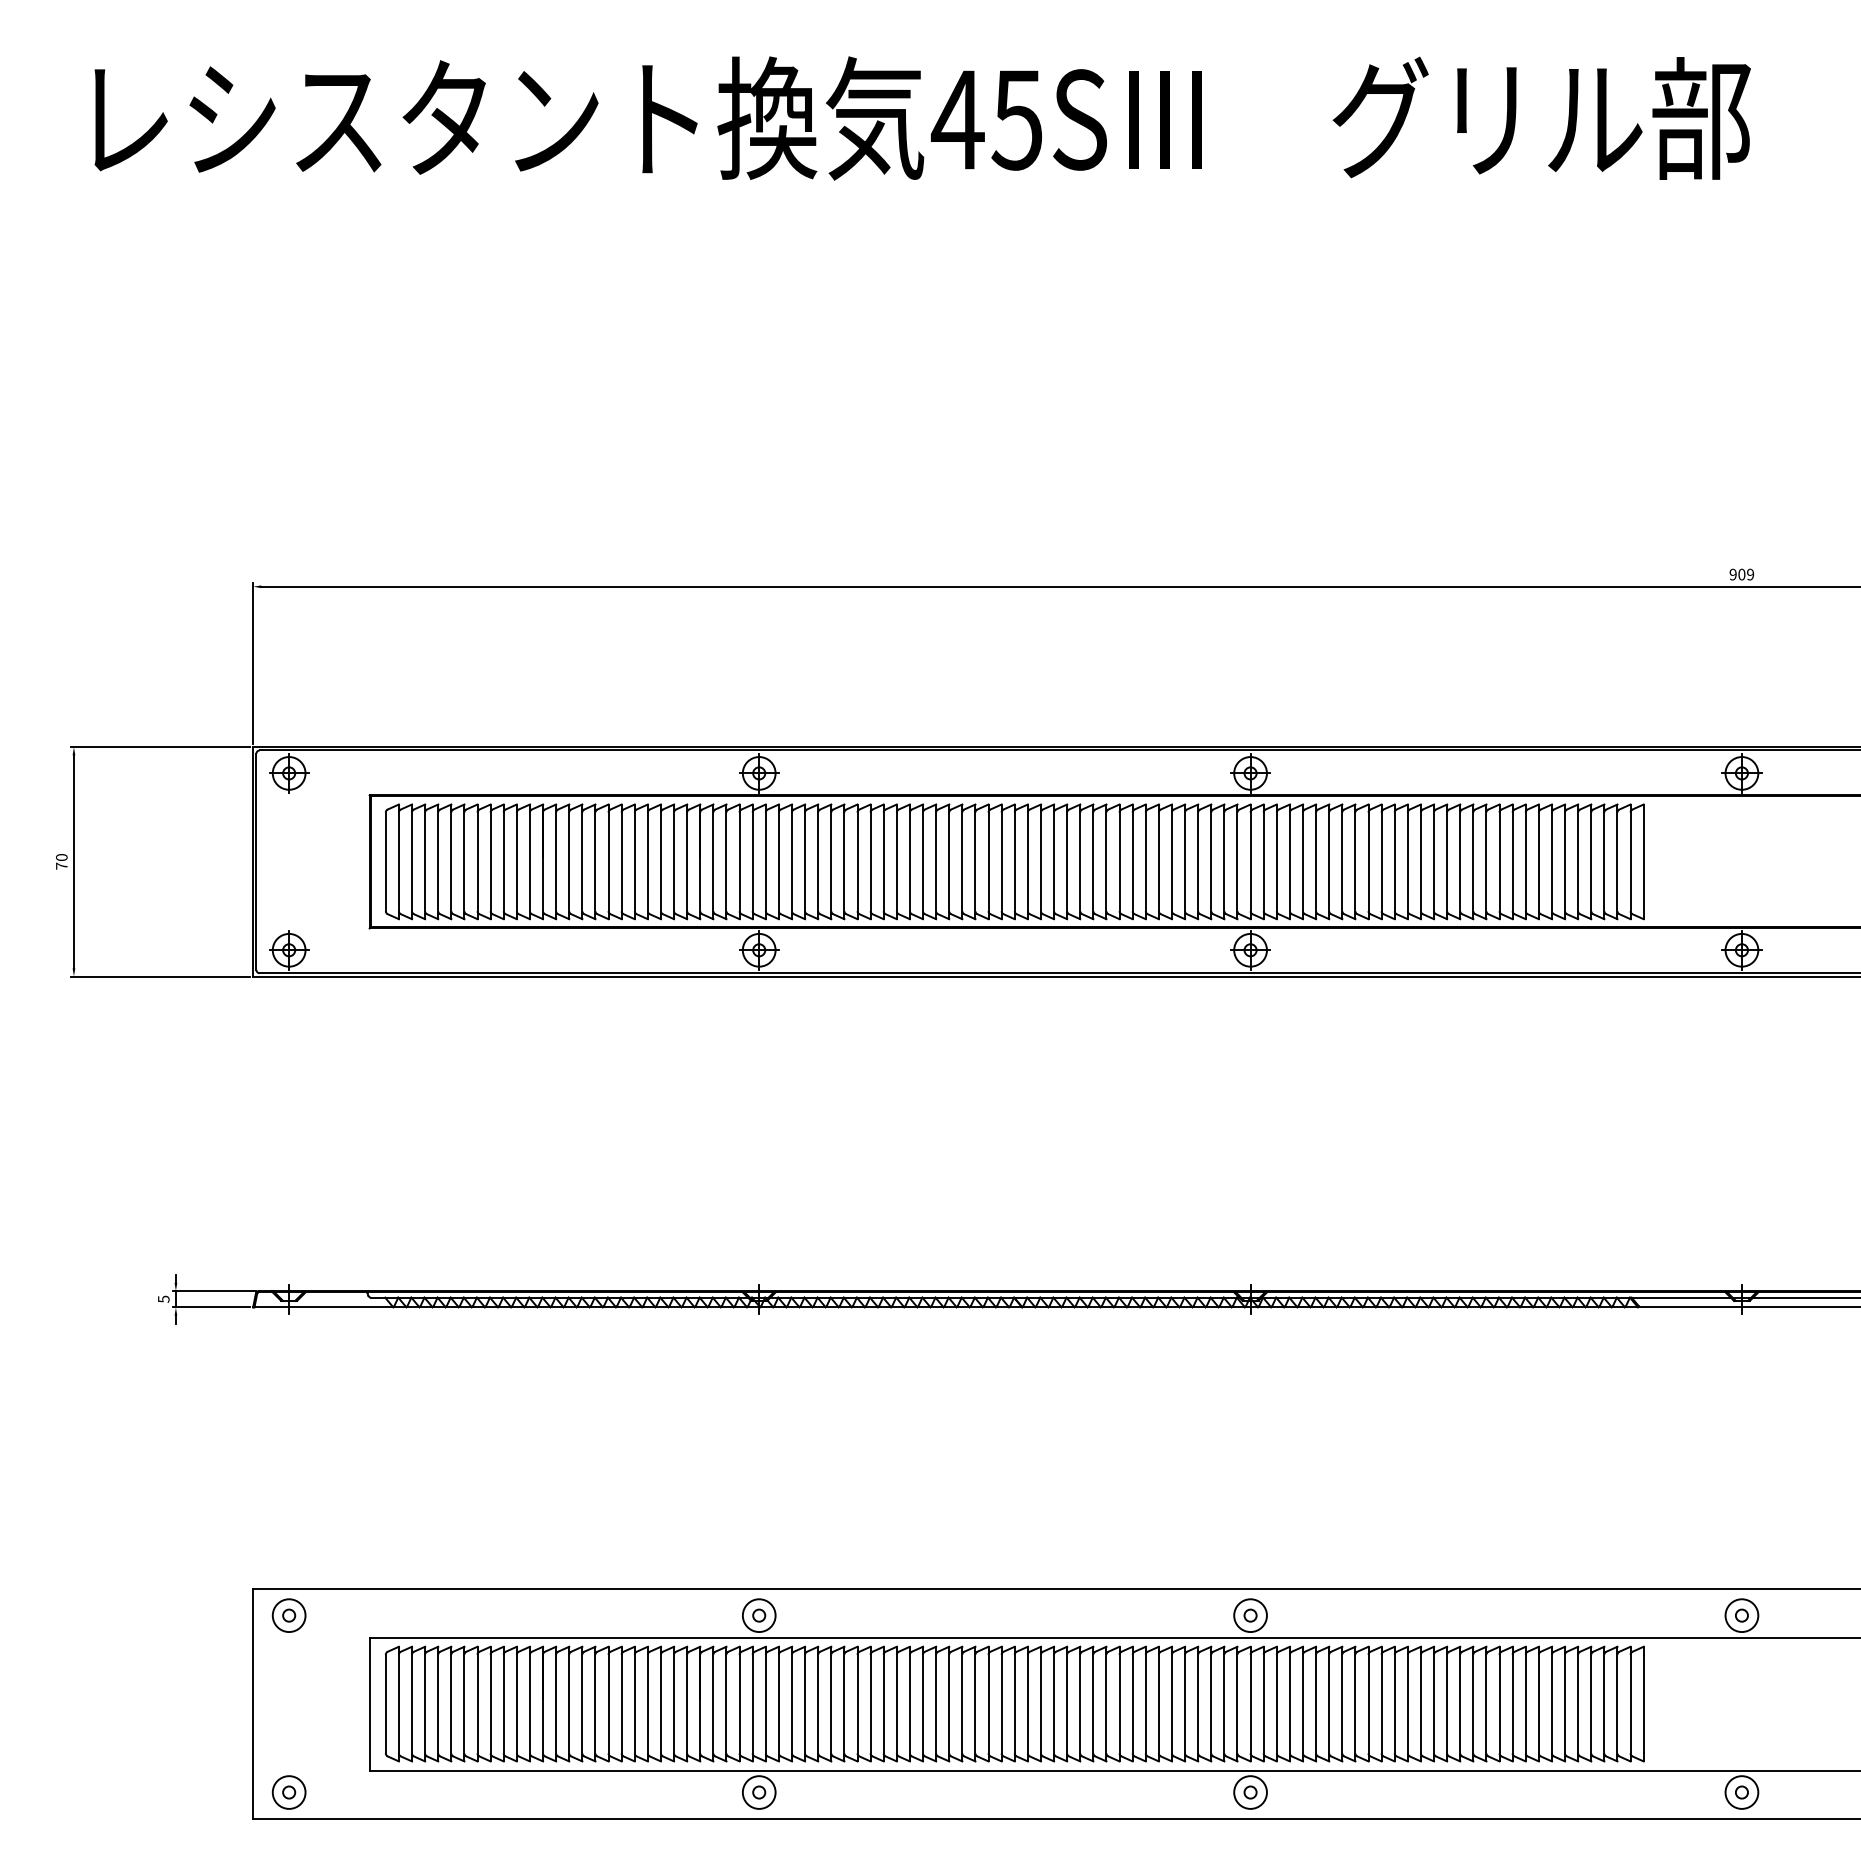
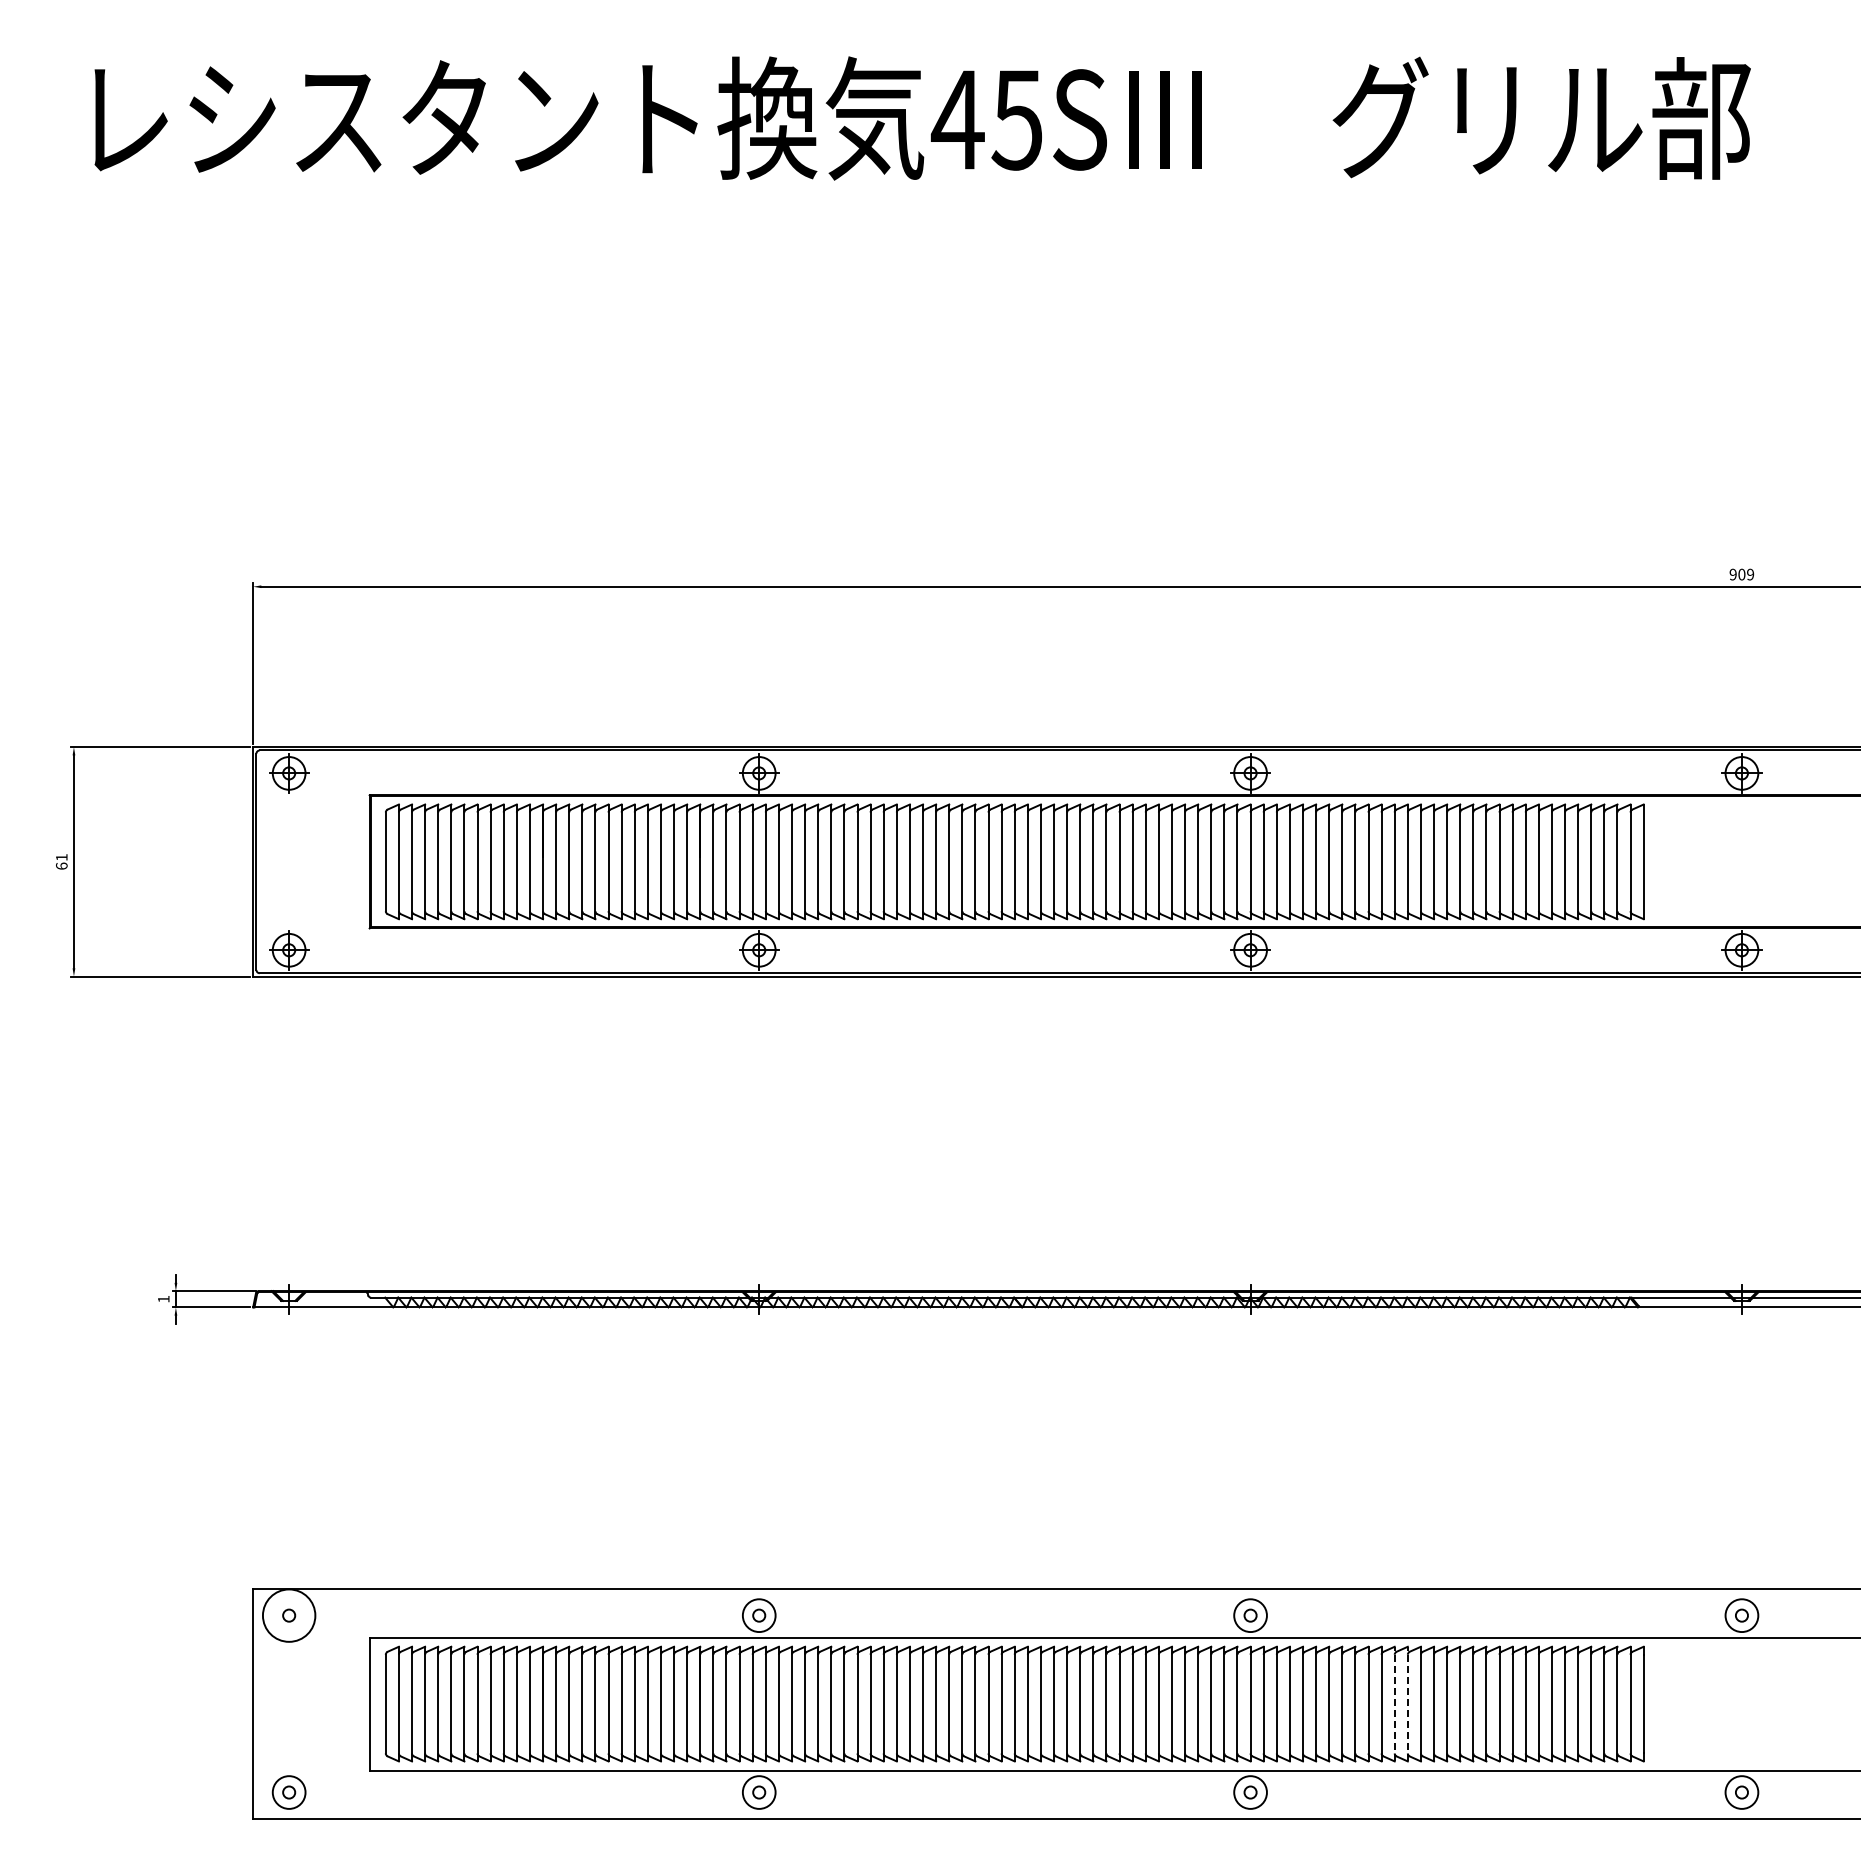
text at (61, 861): 70 -> 61
text at (163, 1298): 5 -> 1
circle at (288, 1615) diameter: 33 px -> 52 px
line at (1394, 1703): solid -> dashed
line at (1407, 1703): solid -> dashed
